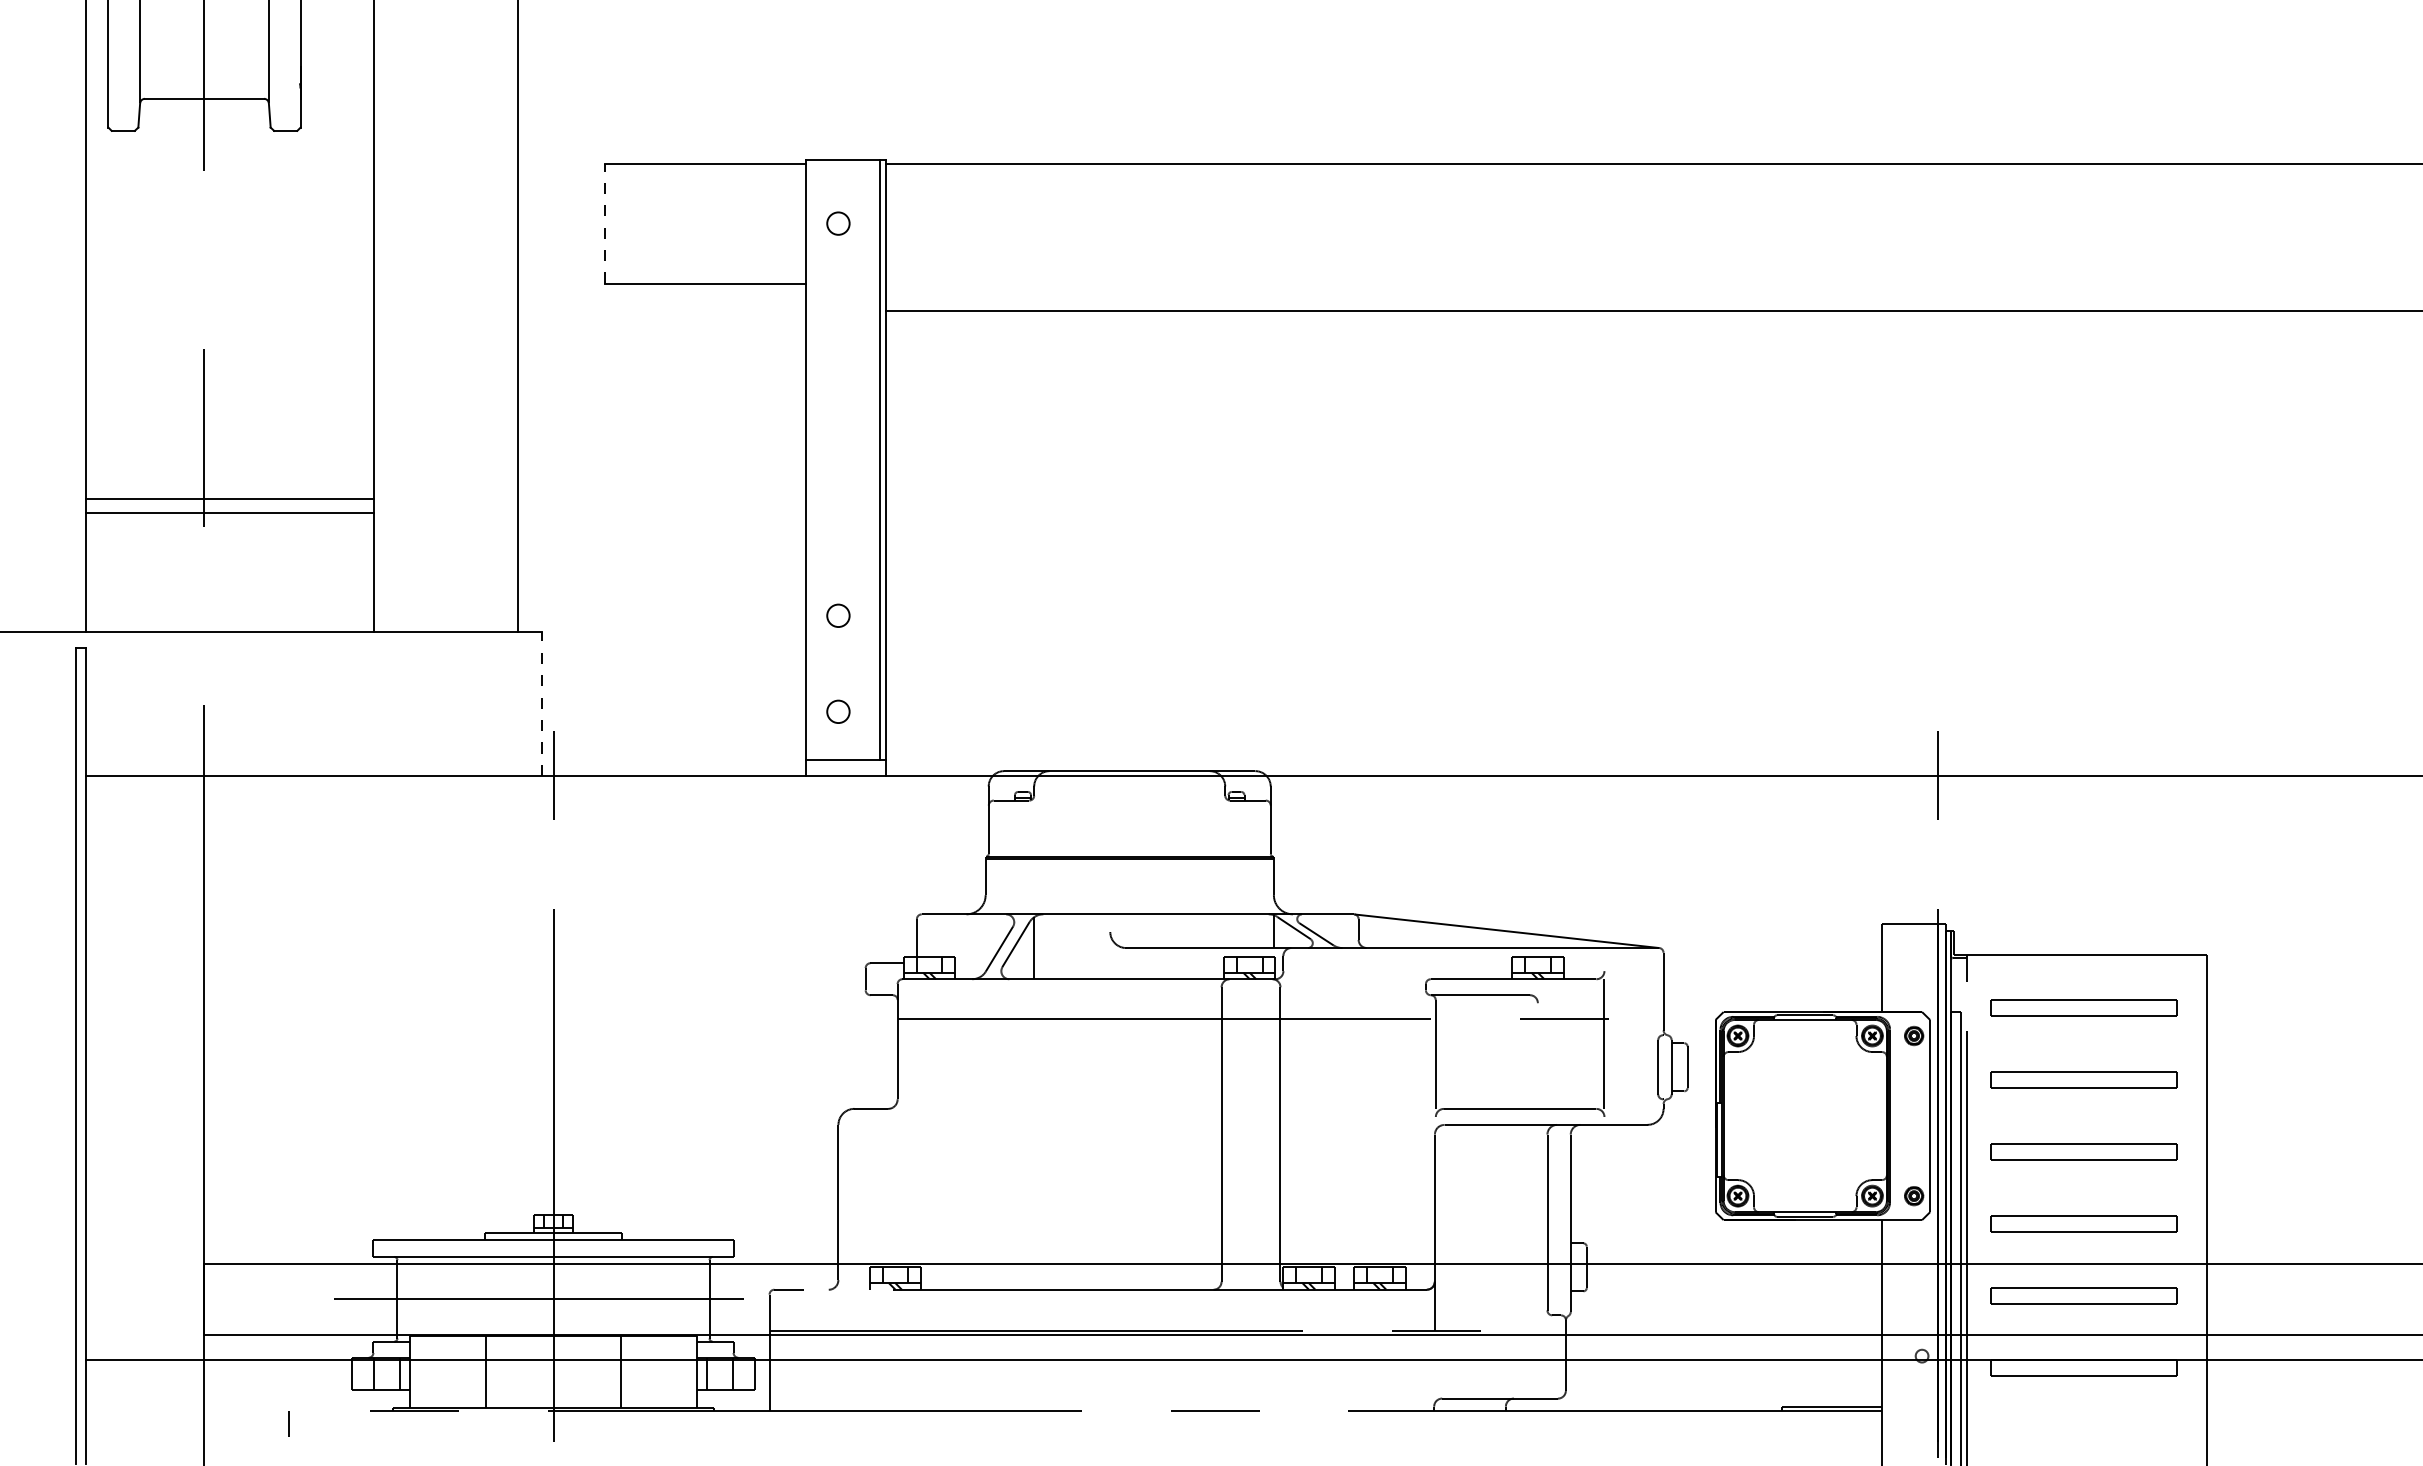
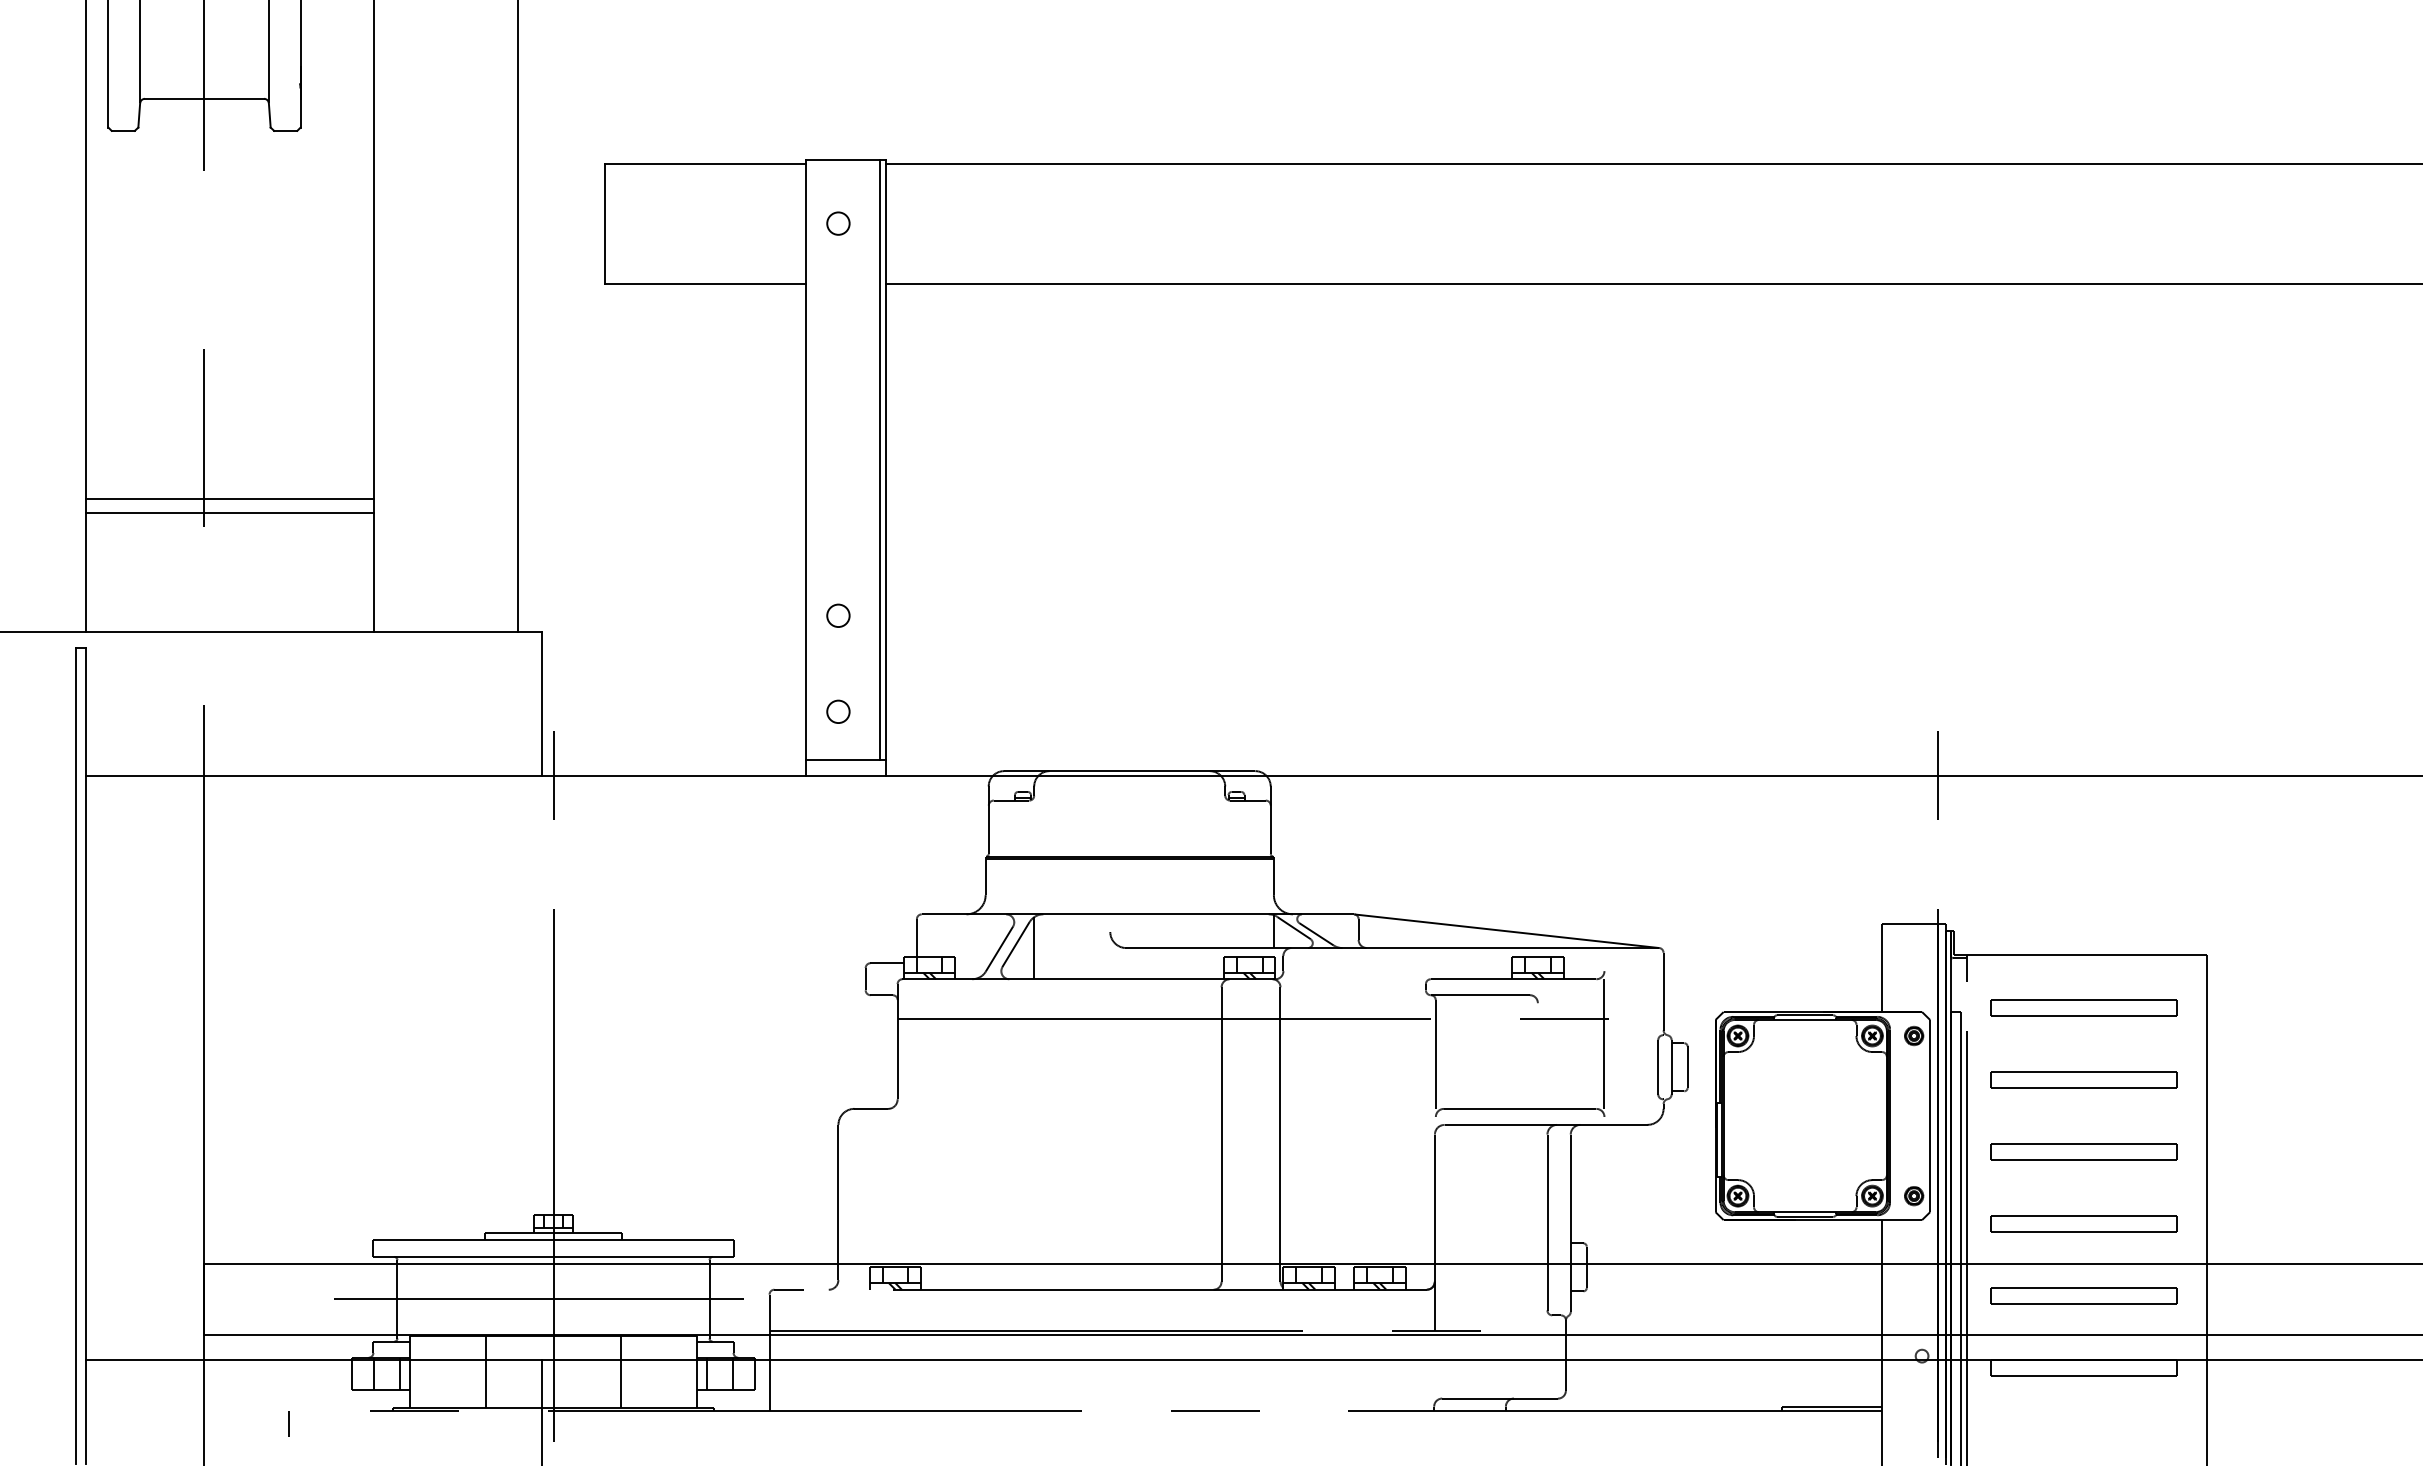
line at (604, 223): dashed -> solid
line at (1652, 310) position: (1652, 310) -> (1652, 283)
line at (542, 703): dashed -> solid
line at (542, 1411): none -> present
